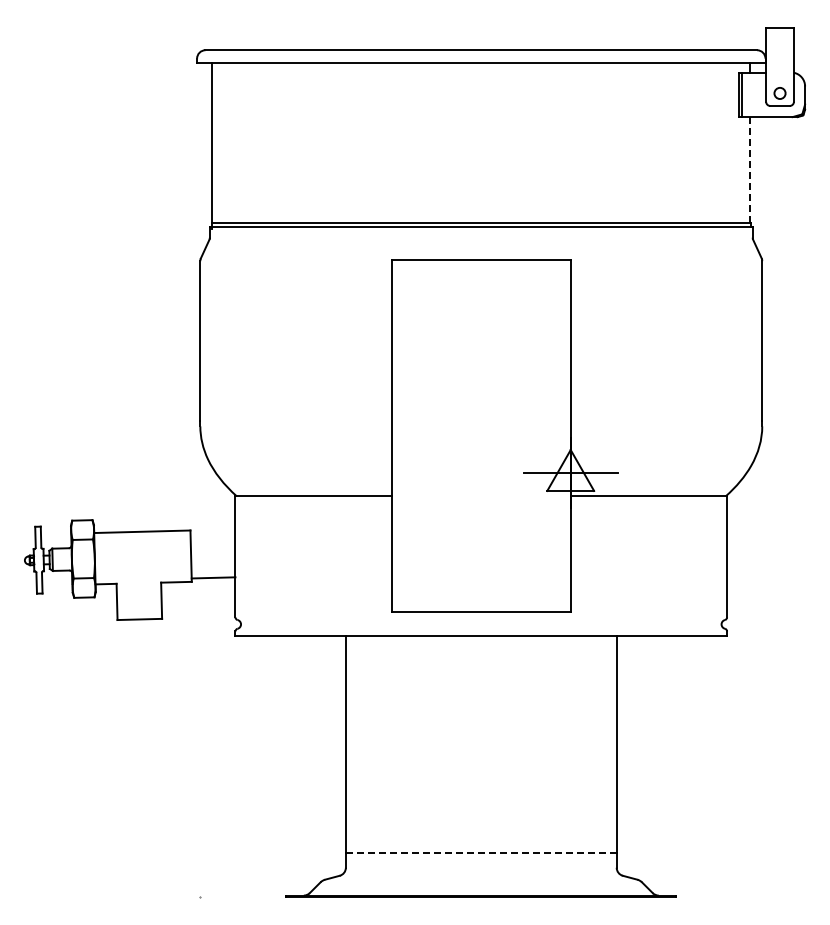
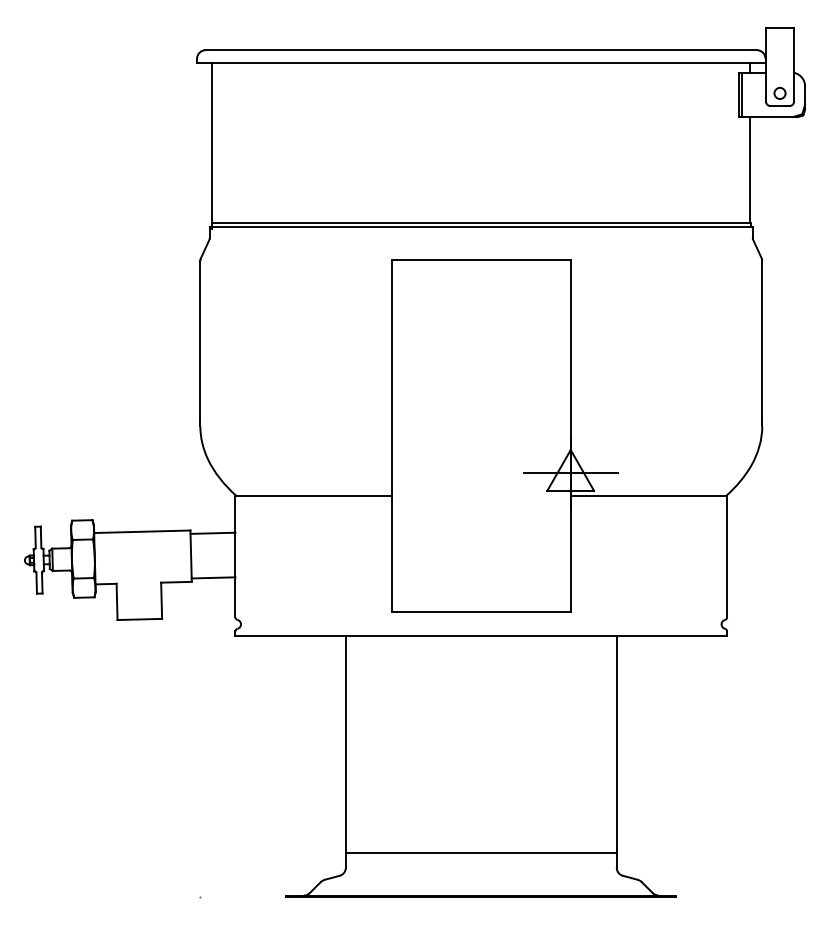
line at (750, 170): dashed -> solid
line at (212, 532): none -> present
line at (480, 852): dashed -> solid
